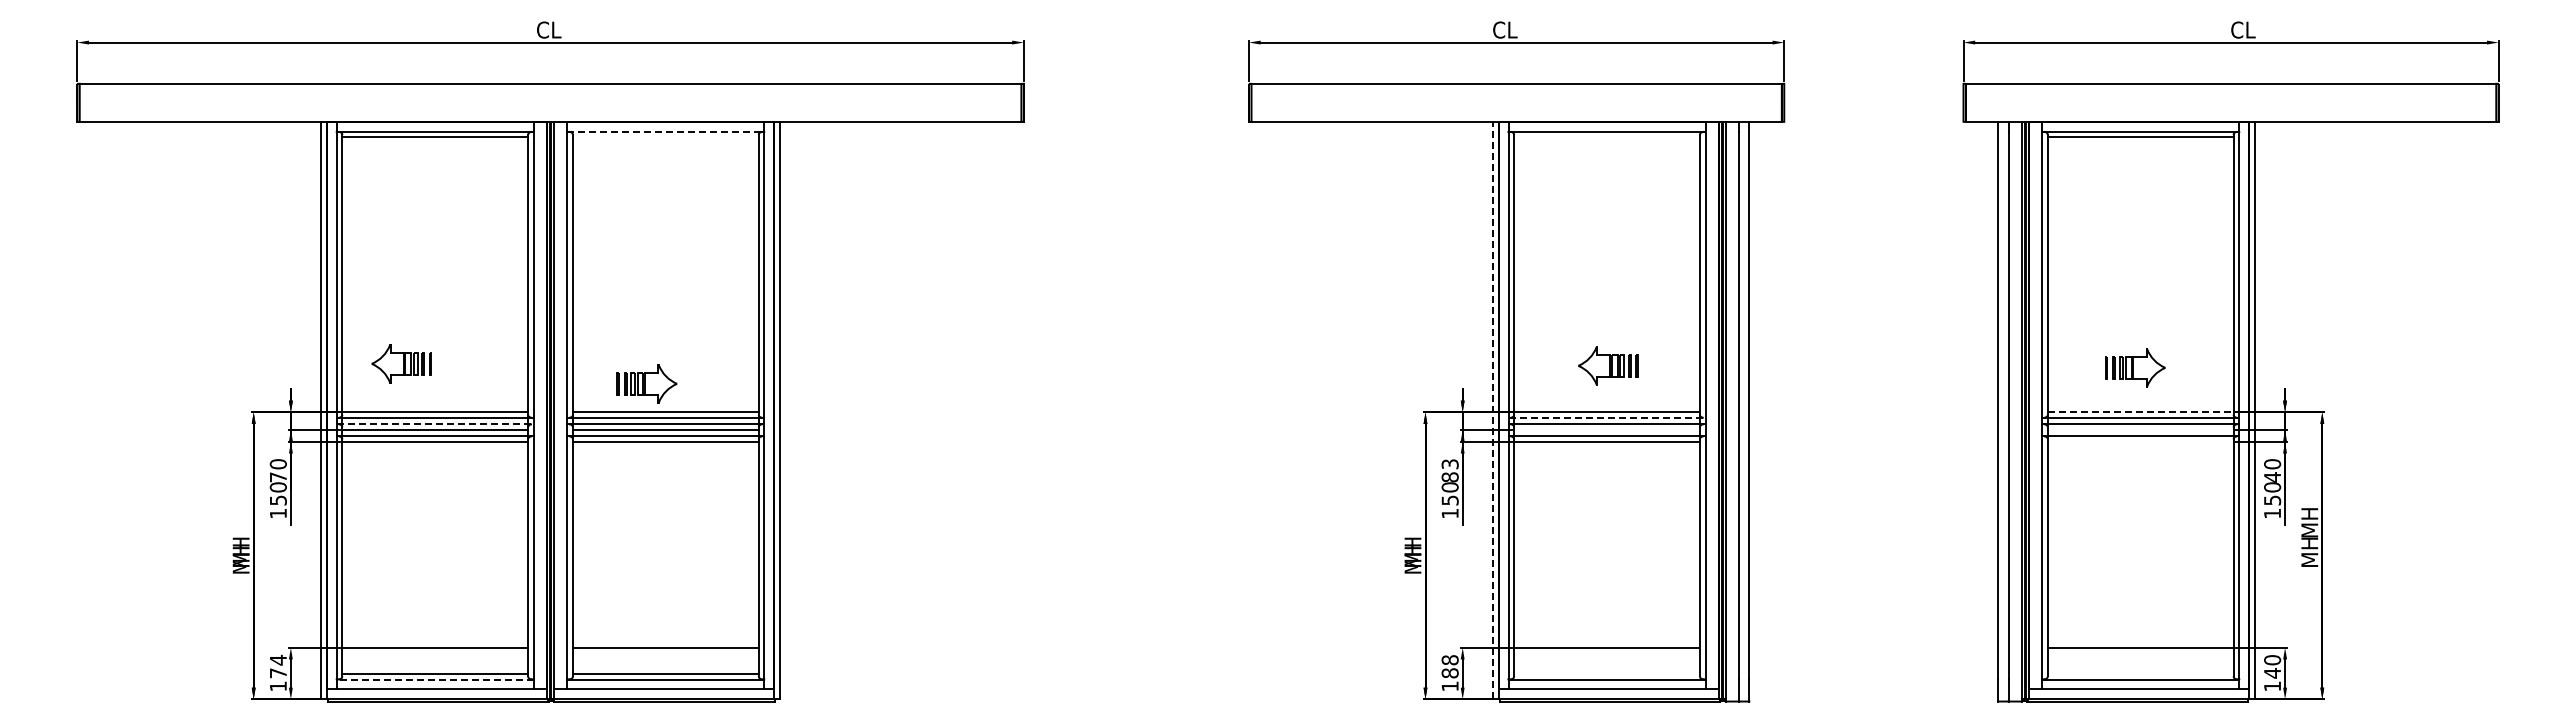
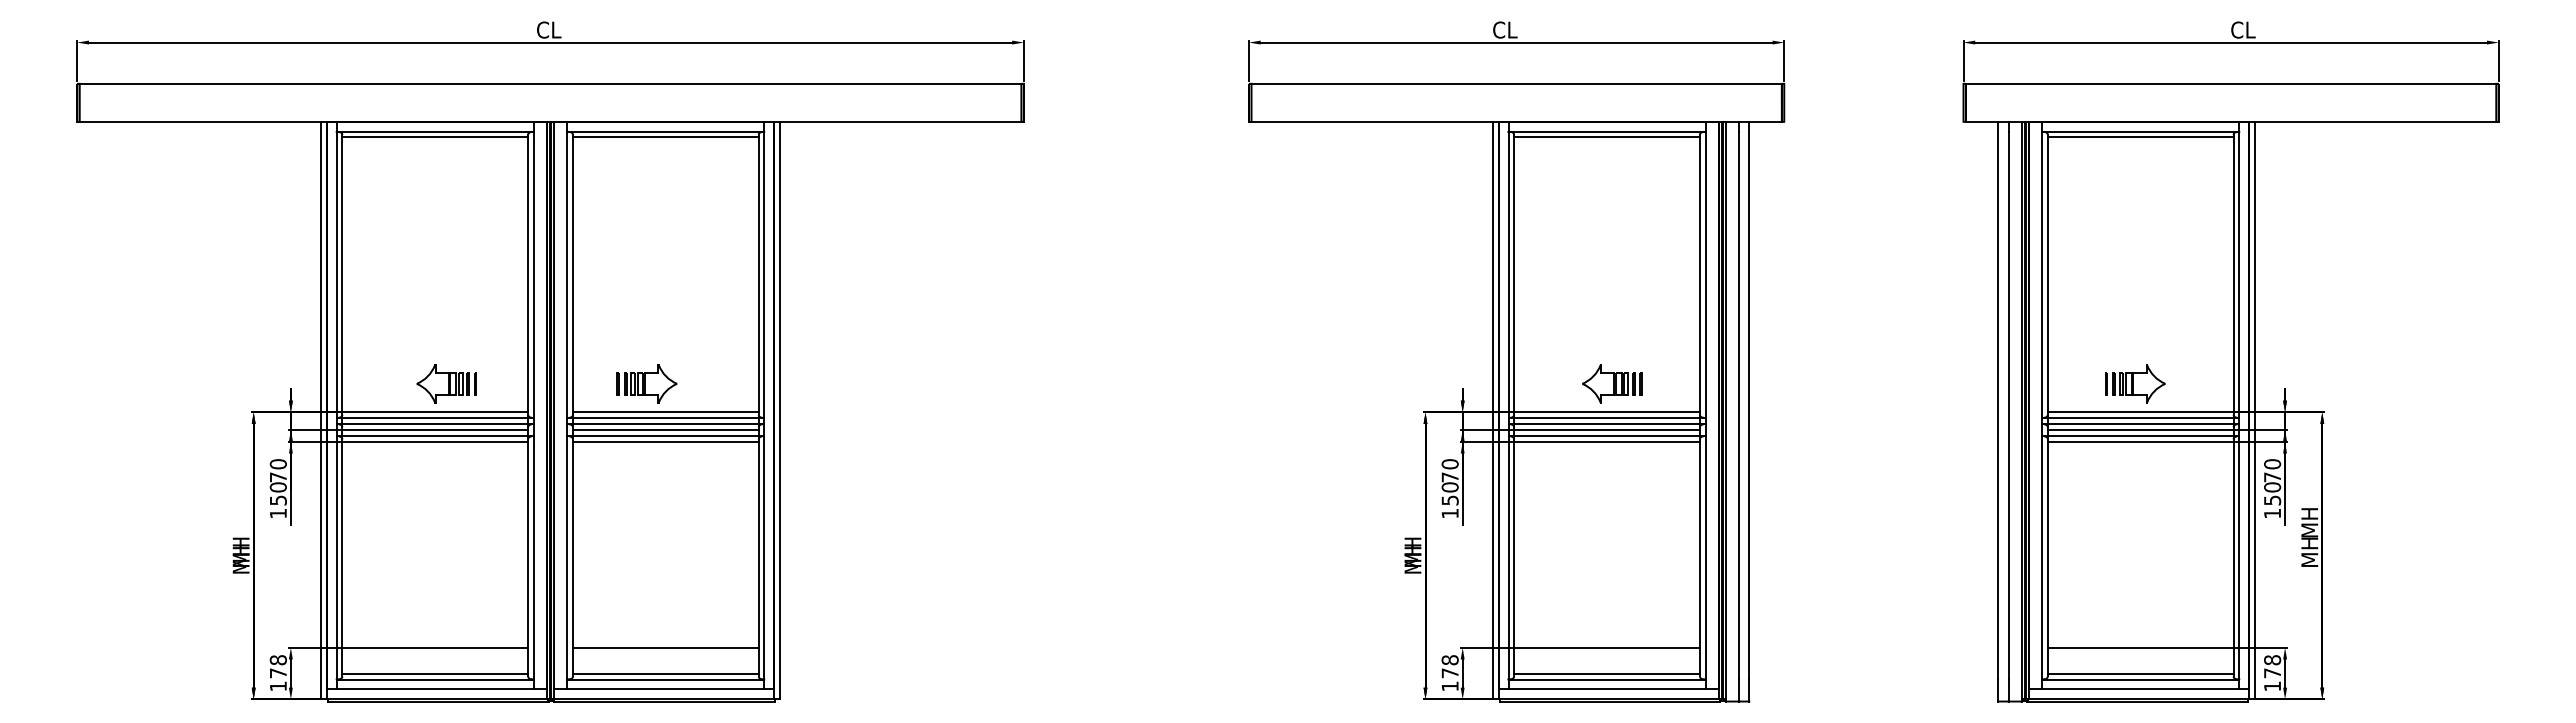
line at (666, 131): dashed -> solid
line at (665, 137): none -> present
line at (1606, 137): none -> present
part at (401, 363) position: (401, 363) -> (446, 383)
part at (1608, 365) position: (1608, 365) -> (1612, 383)
part at (2135, 367) position: (2135, 367) -> (2135, 383)
line at (1493, 410): dashed -> solid
line at (2140, 412): dashed -> solid
line at (1607, 417): dashed -> solid
line at (435, 424): dashed -> solid
line at (1606, 429): none -> present
line at (2140, 429): none -> present
line at (2140, 441): none -> present
text at (1449, 470): 83 -> 70
text at (2272, 477): 40 -> 70
text at (277, 659): 174 -> 178
text at (2272, 666): 140 -> 178
text at (1449, 673): 188 -> 178
line at (1606, 673): none -> present
line at (2140, 673): none -> present
line at (434, 679): dashed -> solid
